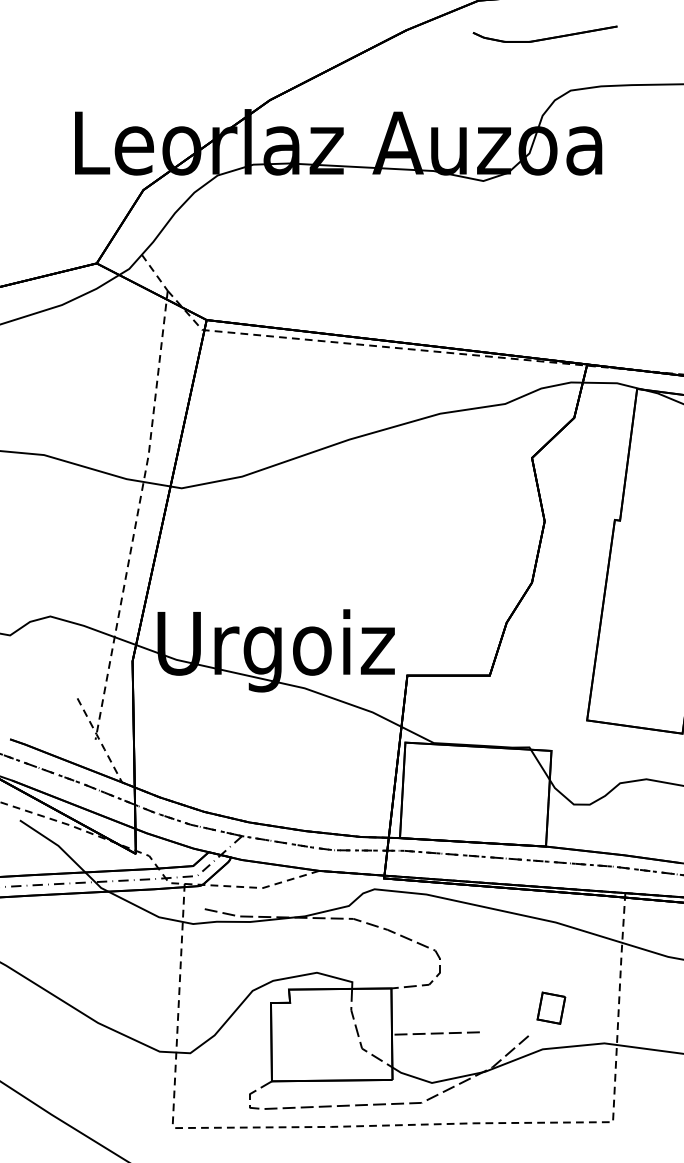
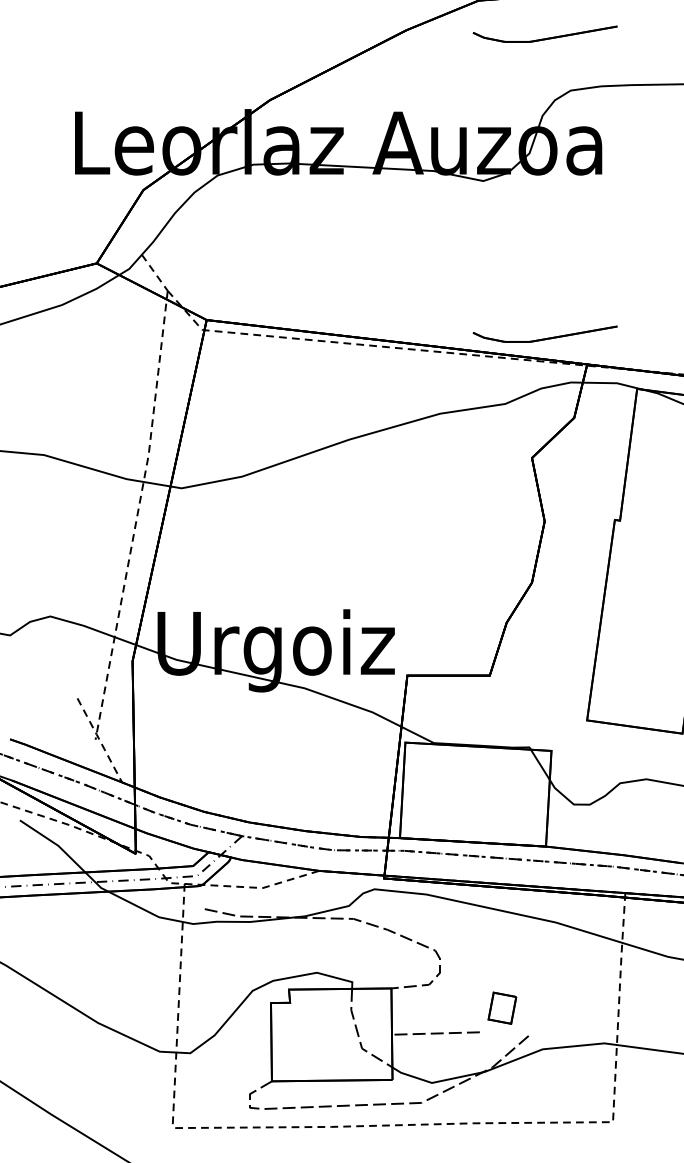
part at (544, 333): none -> present
part at (551, 1007) position: (551, 1007) -> (502, 1007)
